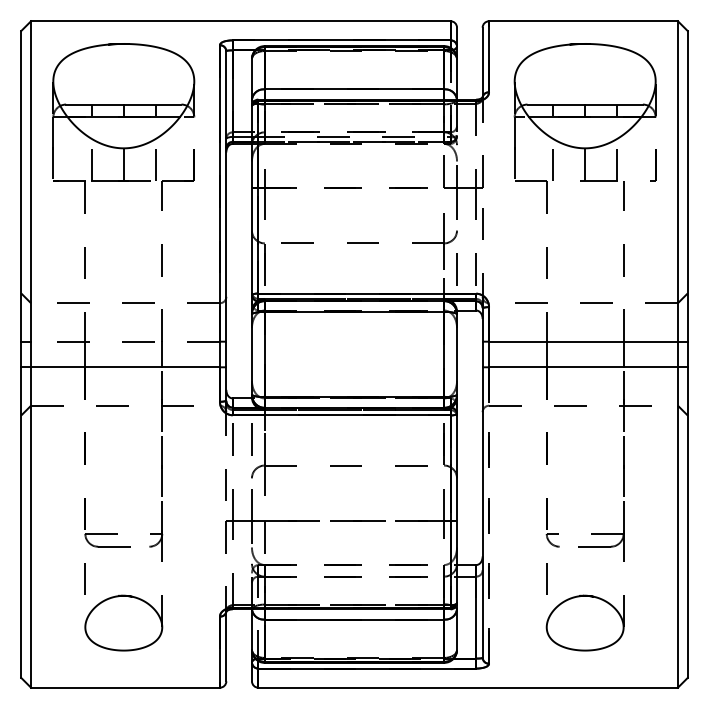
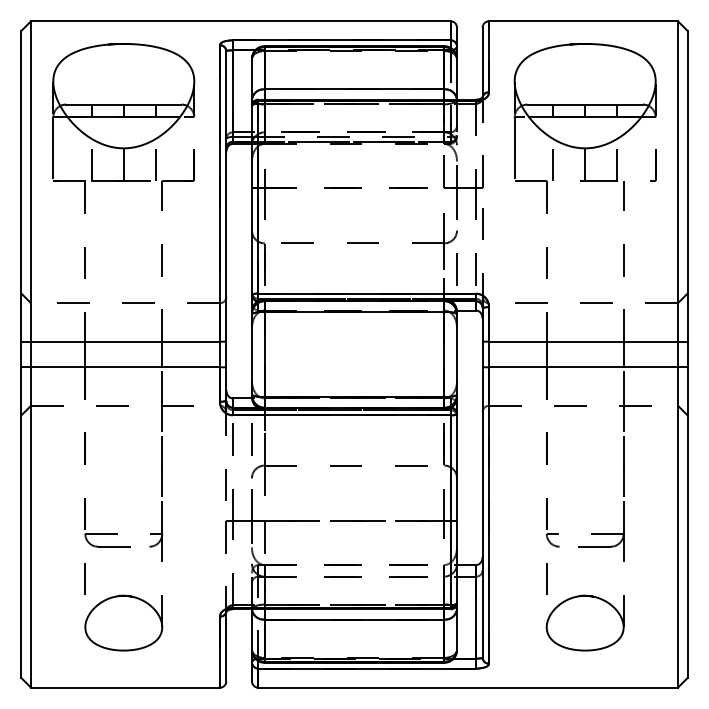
line at (124, 341): dashed -> solid
line at (489, 516): dashed -> solid
